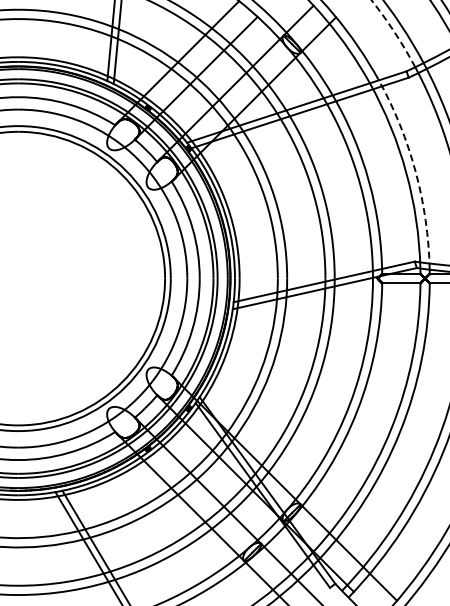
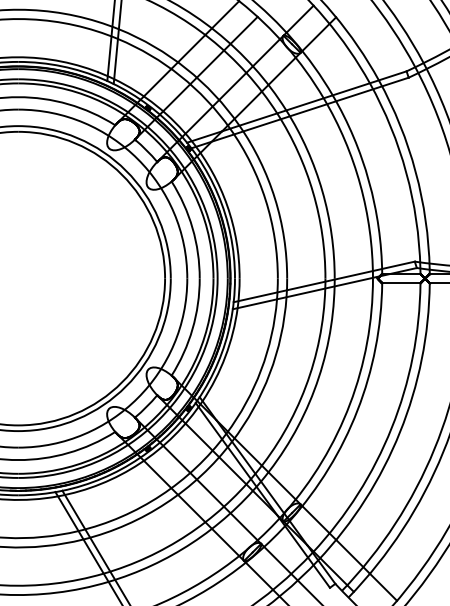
arc at (395, 33): dashed -> solid
arc at (415, 171): dashed -> solid
